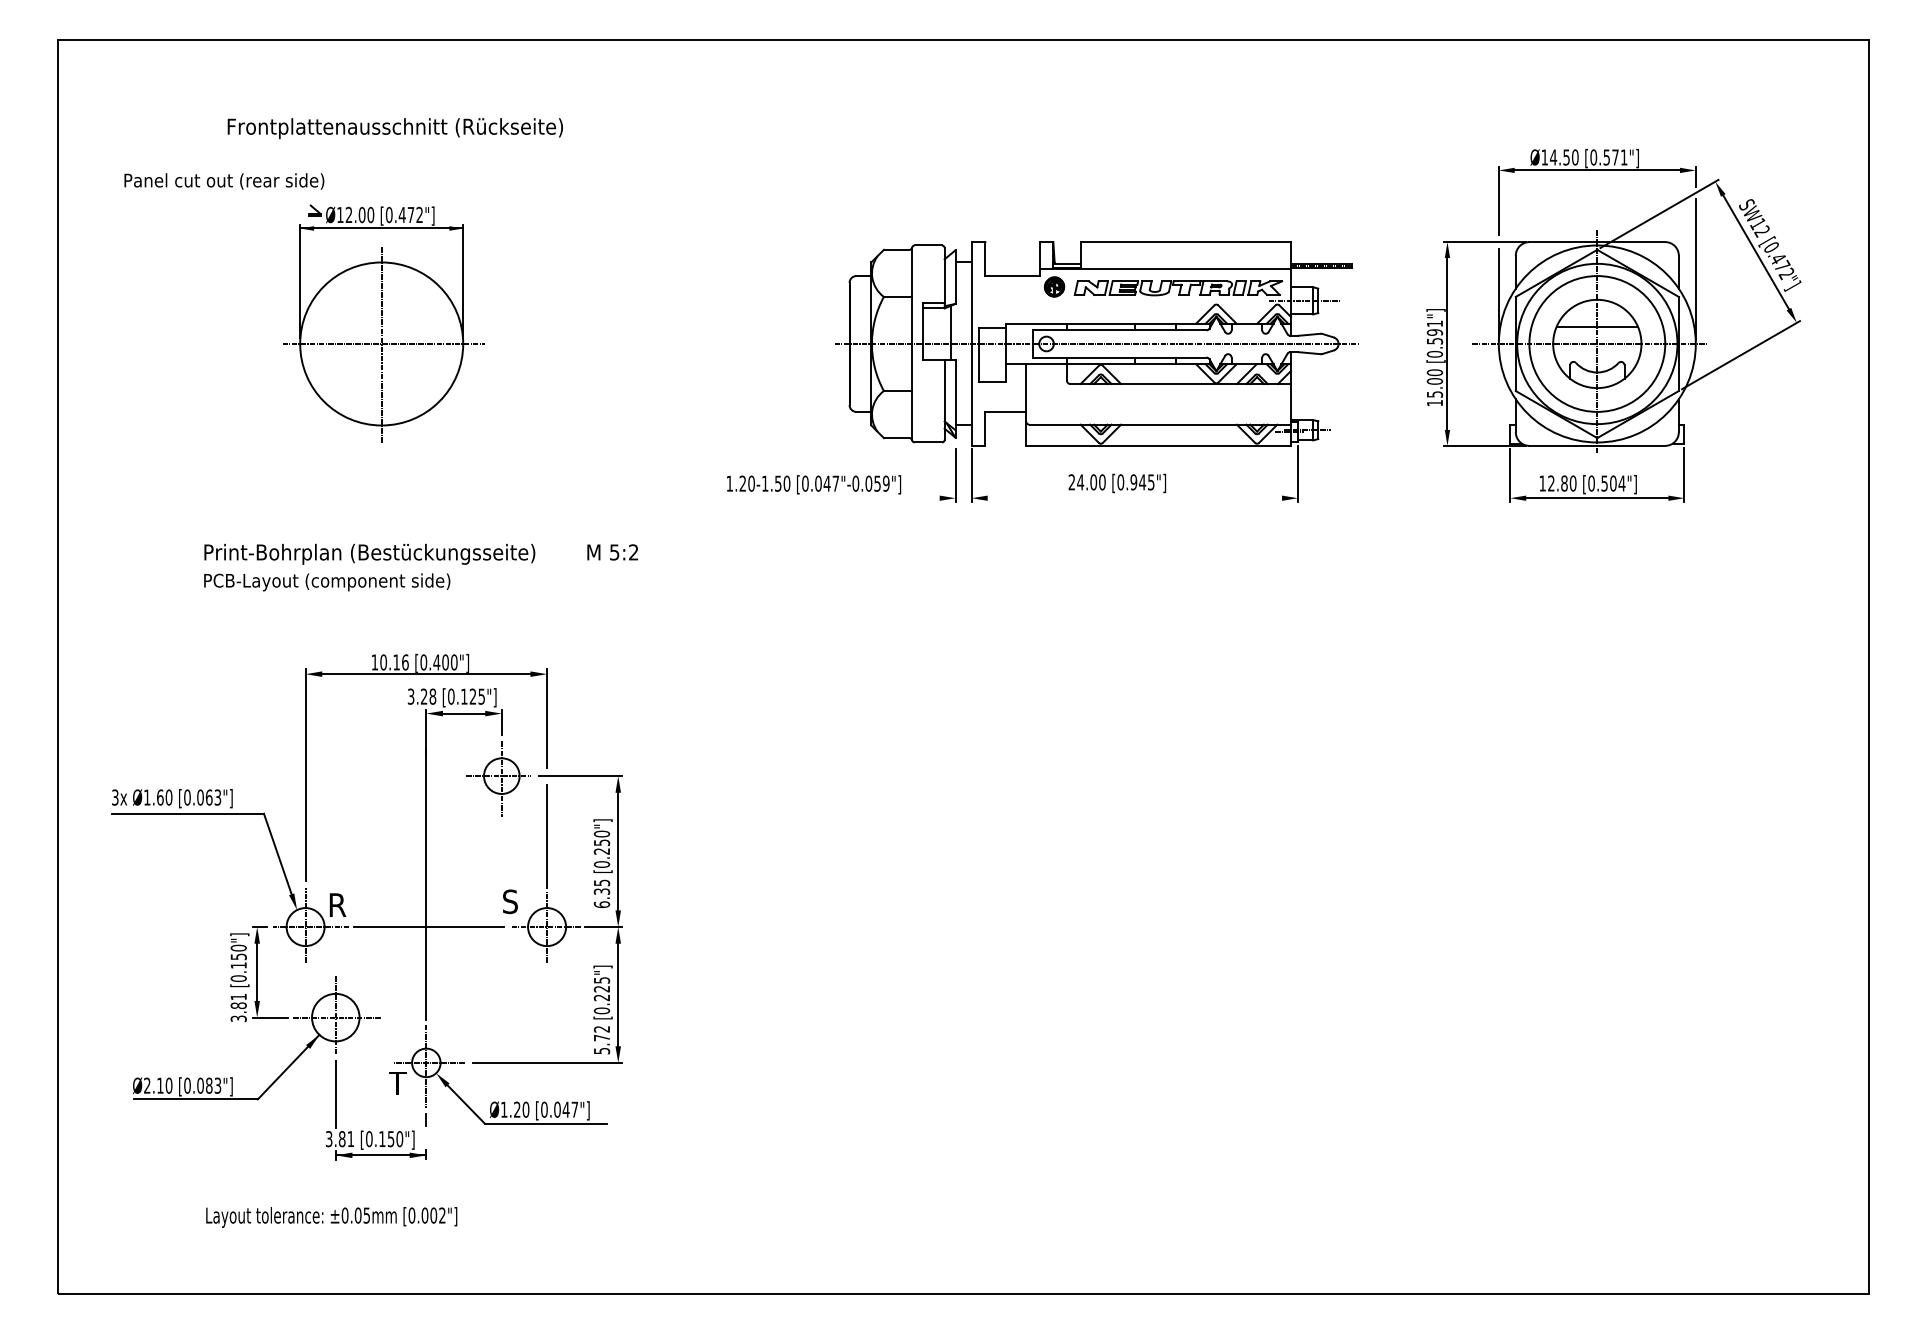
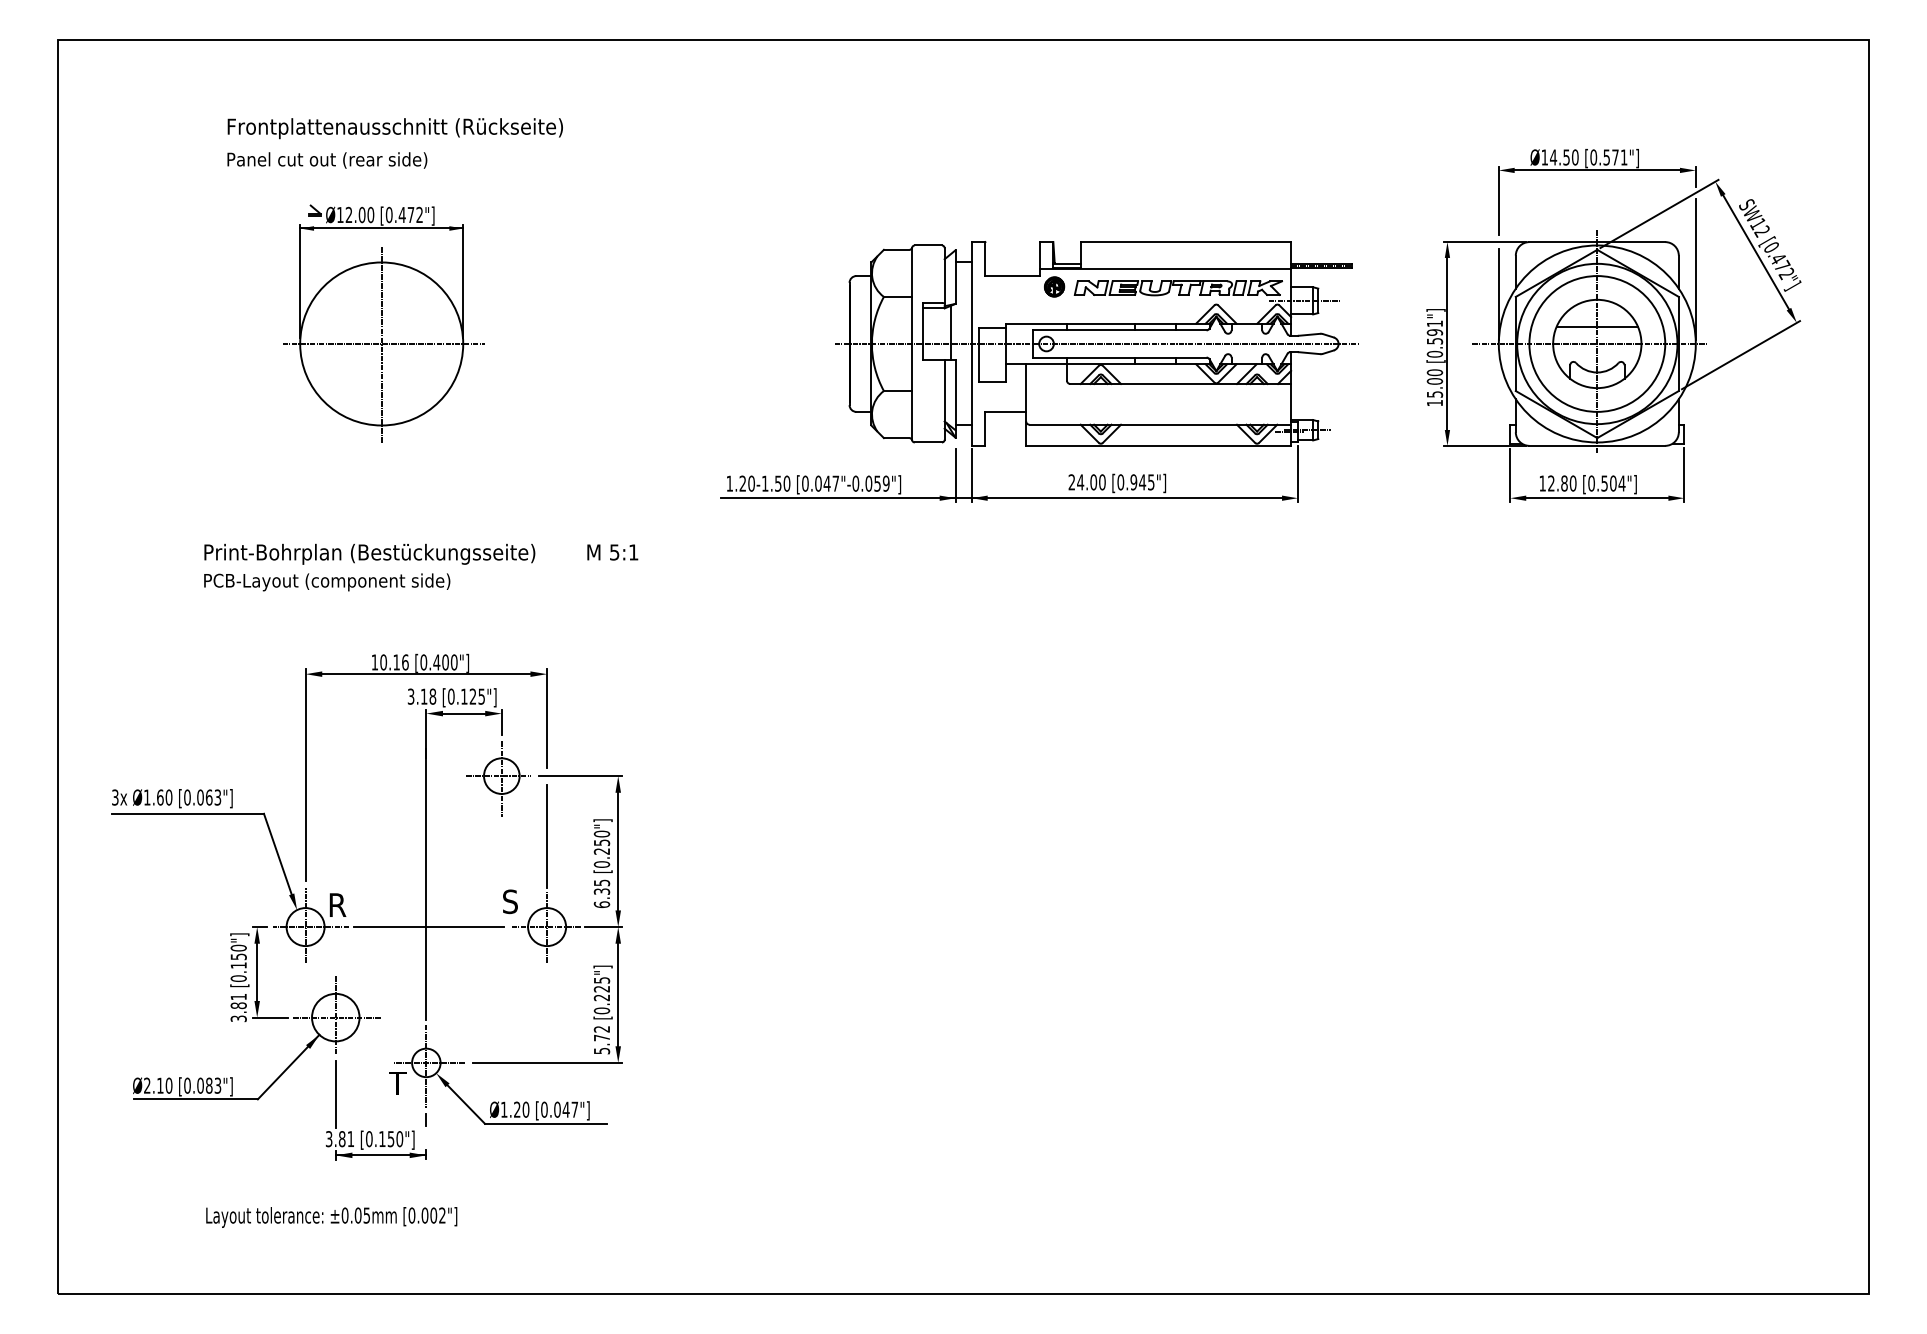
text at (224, 181) position: (224, 181) -> (327, 160)
line at (1001, 498): none -> present
text at (633, 552): 5:2 -> 5:1
text at (423, 696): 3.28 -> 3.18
